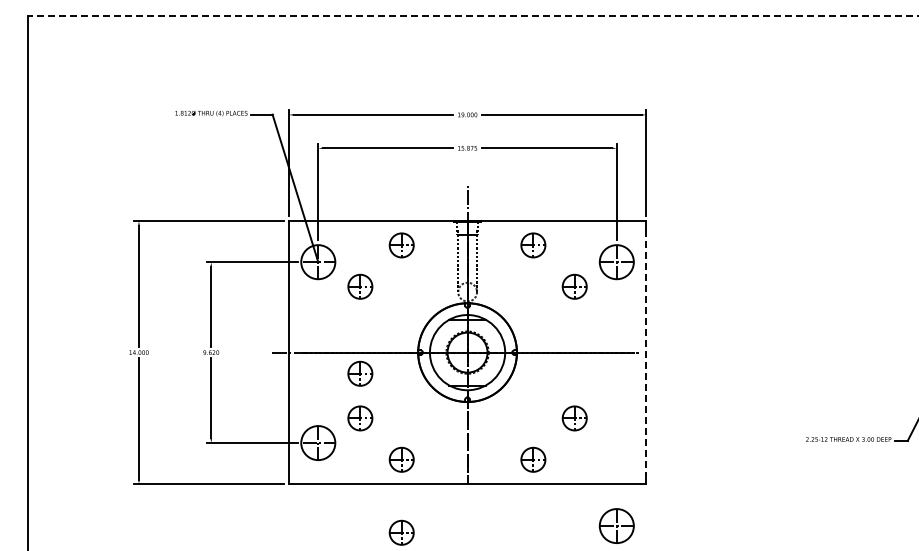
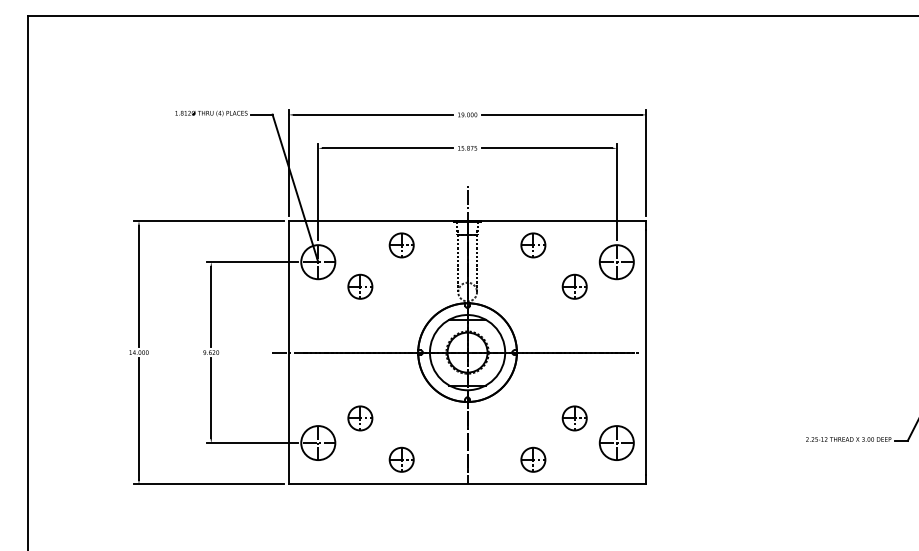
line at (472, 16): dashed -> solid
line at (646, 353): dashed -> solid
part at (360, 373): present -> none
part at (616, 525) position: (616, 525) -> (616, 442)
part at (401, 532): present -> none
